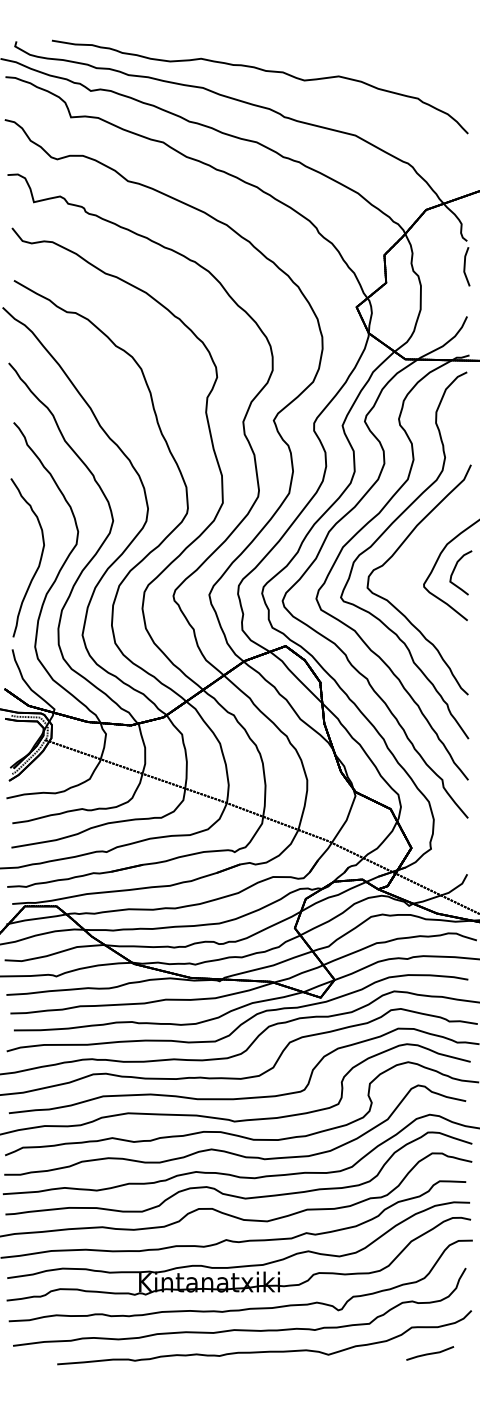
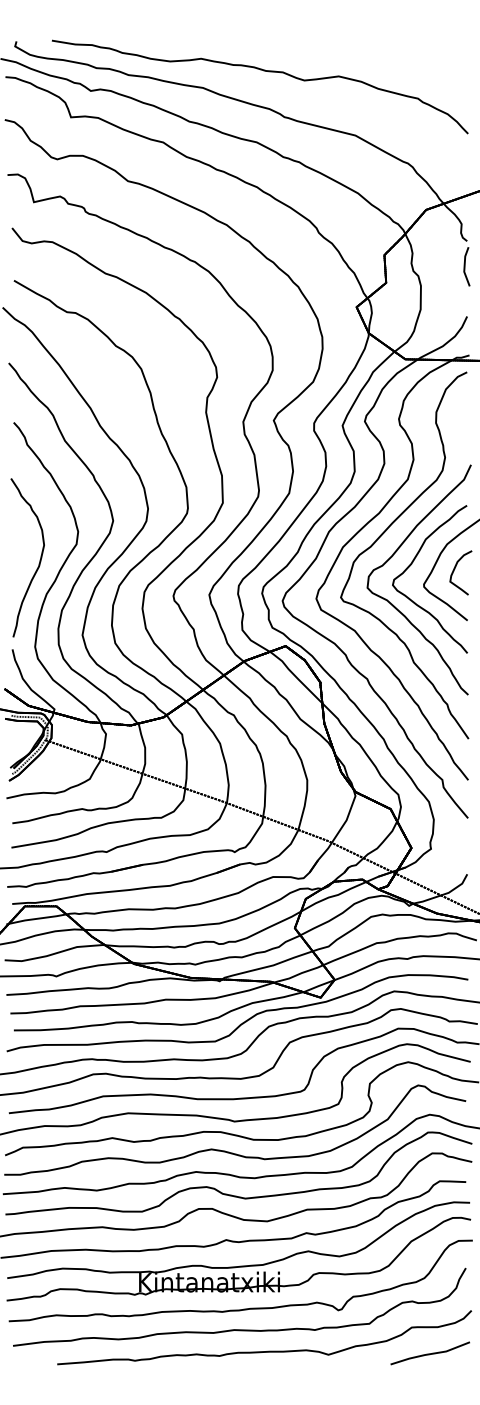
part at (412, 564): none -> present
part at (430, 1353) size: 49x15 px -> 80x25 px
